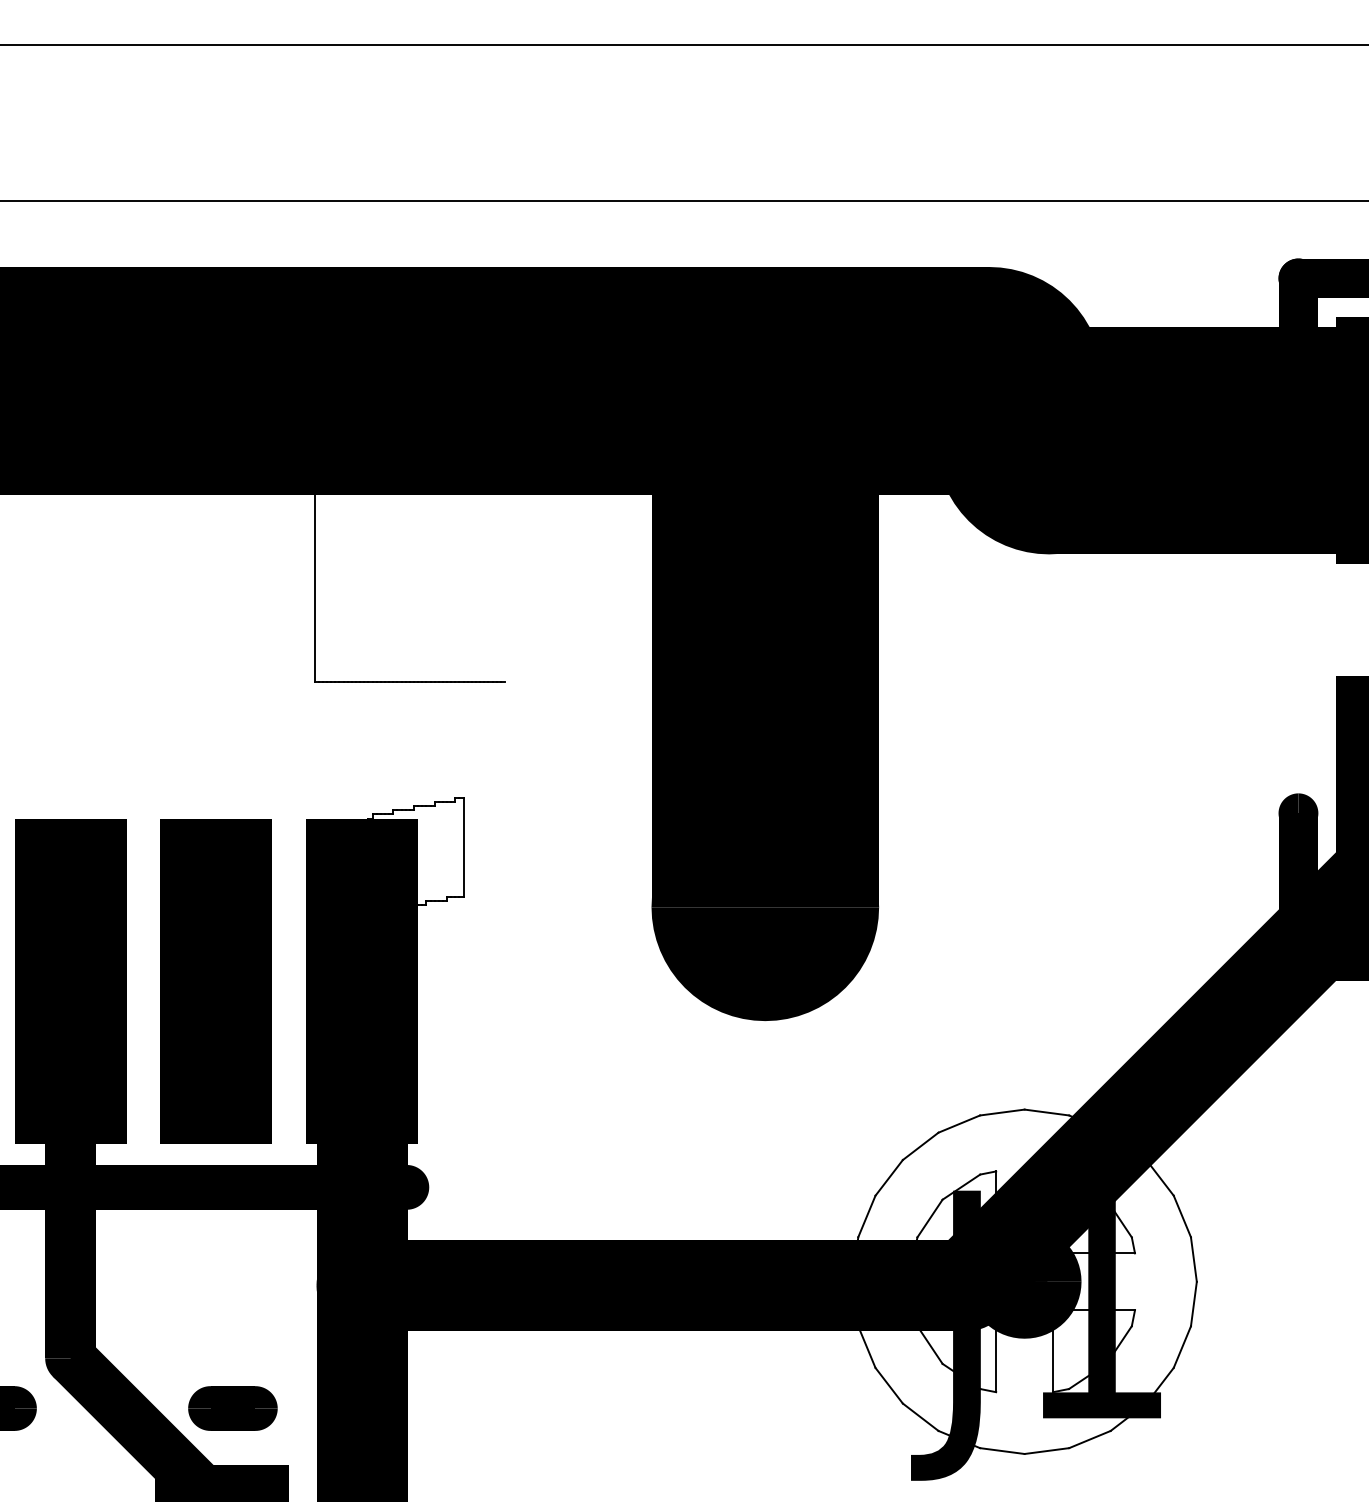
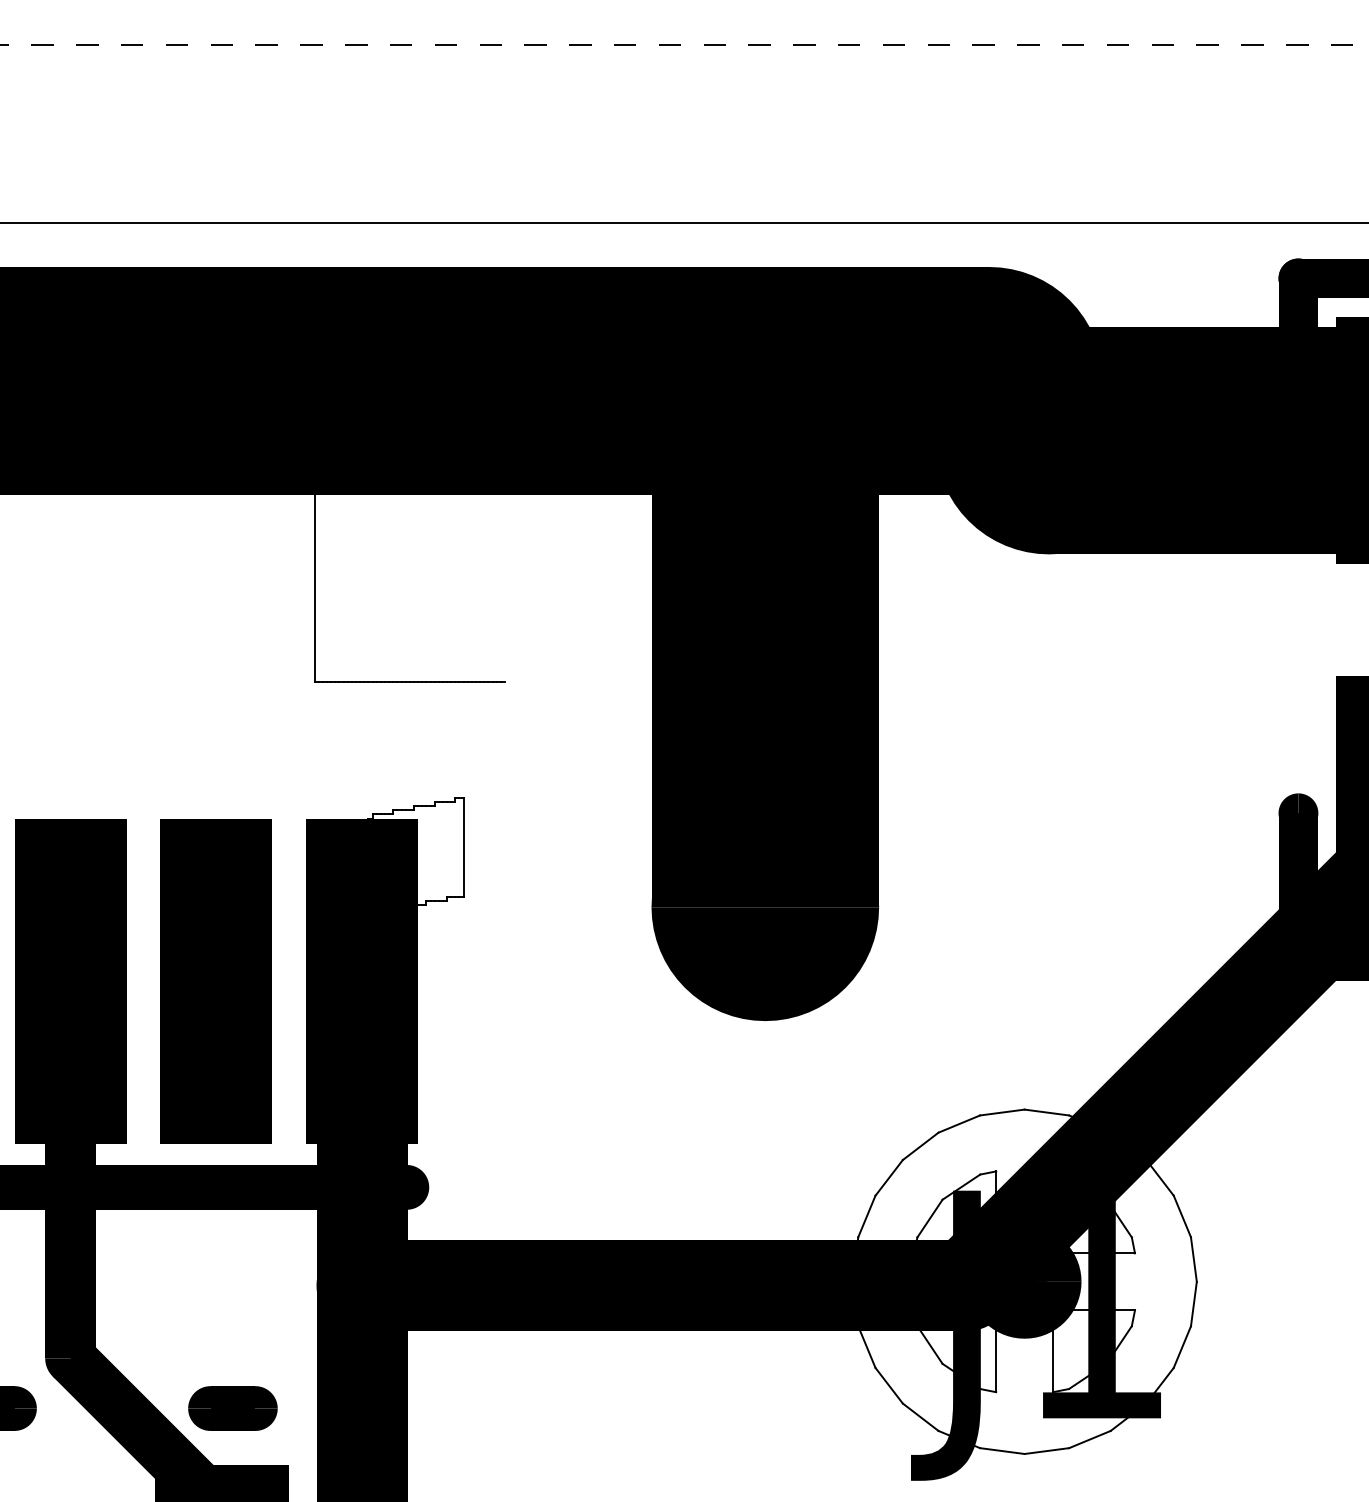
line at (684, 45): solid -> dashed
line at (683, 200) position: (683, 200) -> (683, 222)
